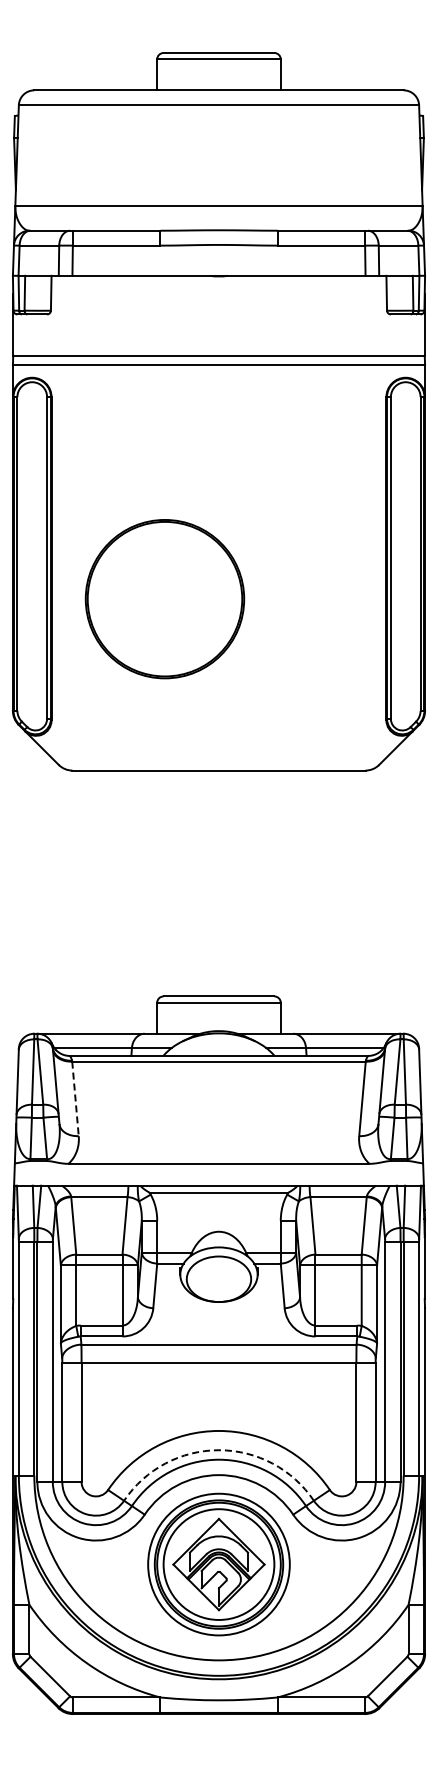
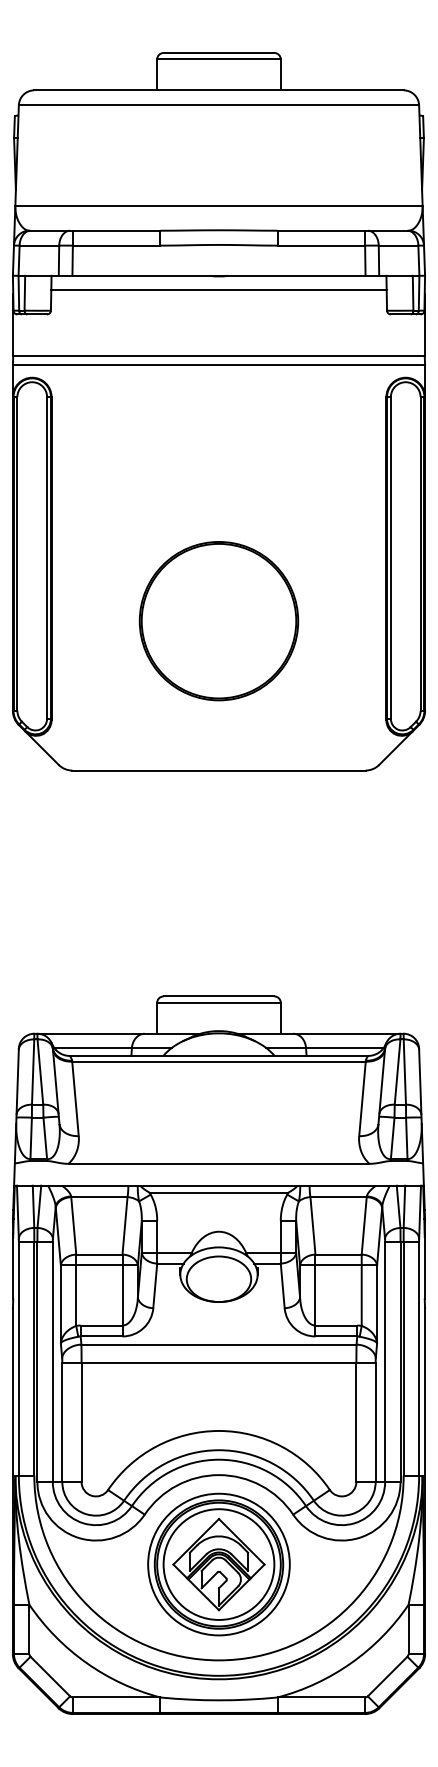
line at (218, 290): none -> present
part at (164, 599) position: (164, 599) -> (218, 621)
line at (75, 1099): dashed -> solid
arc at (219, 1450): dashed -> solid
